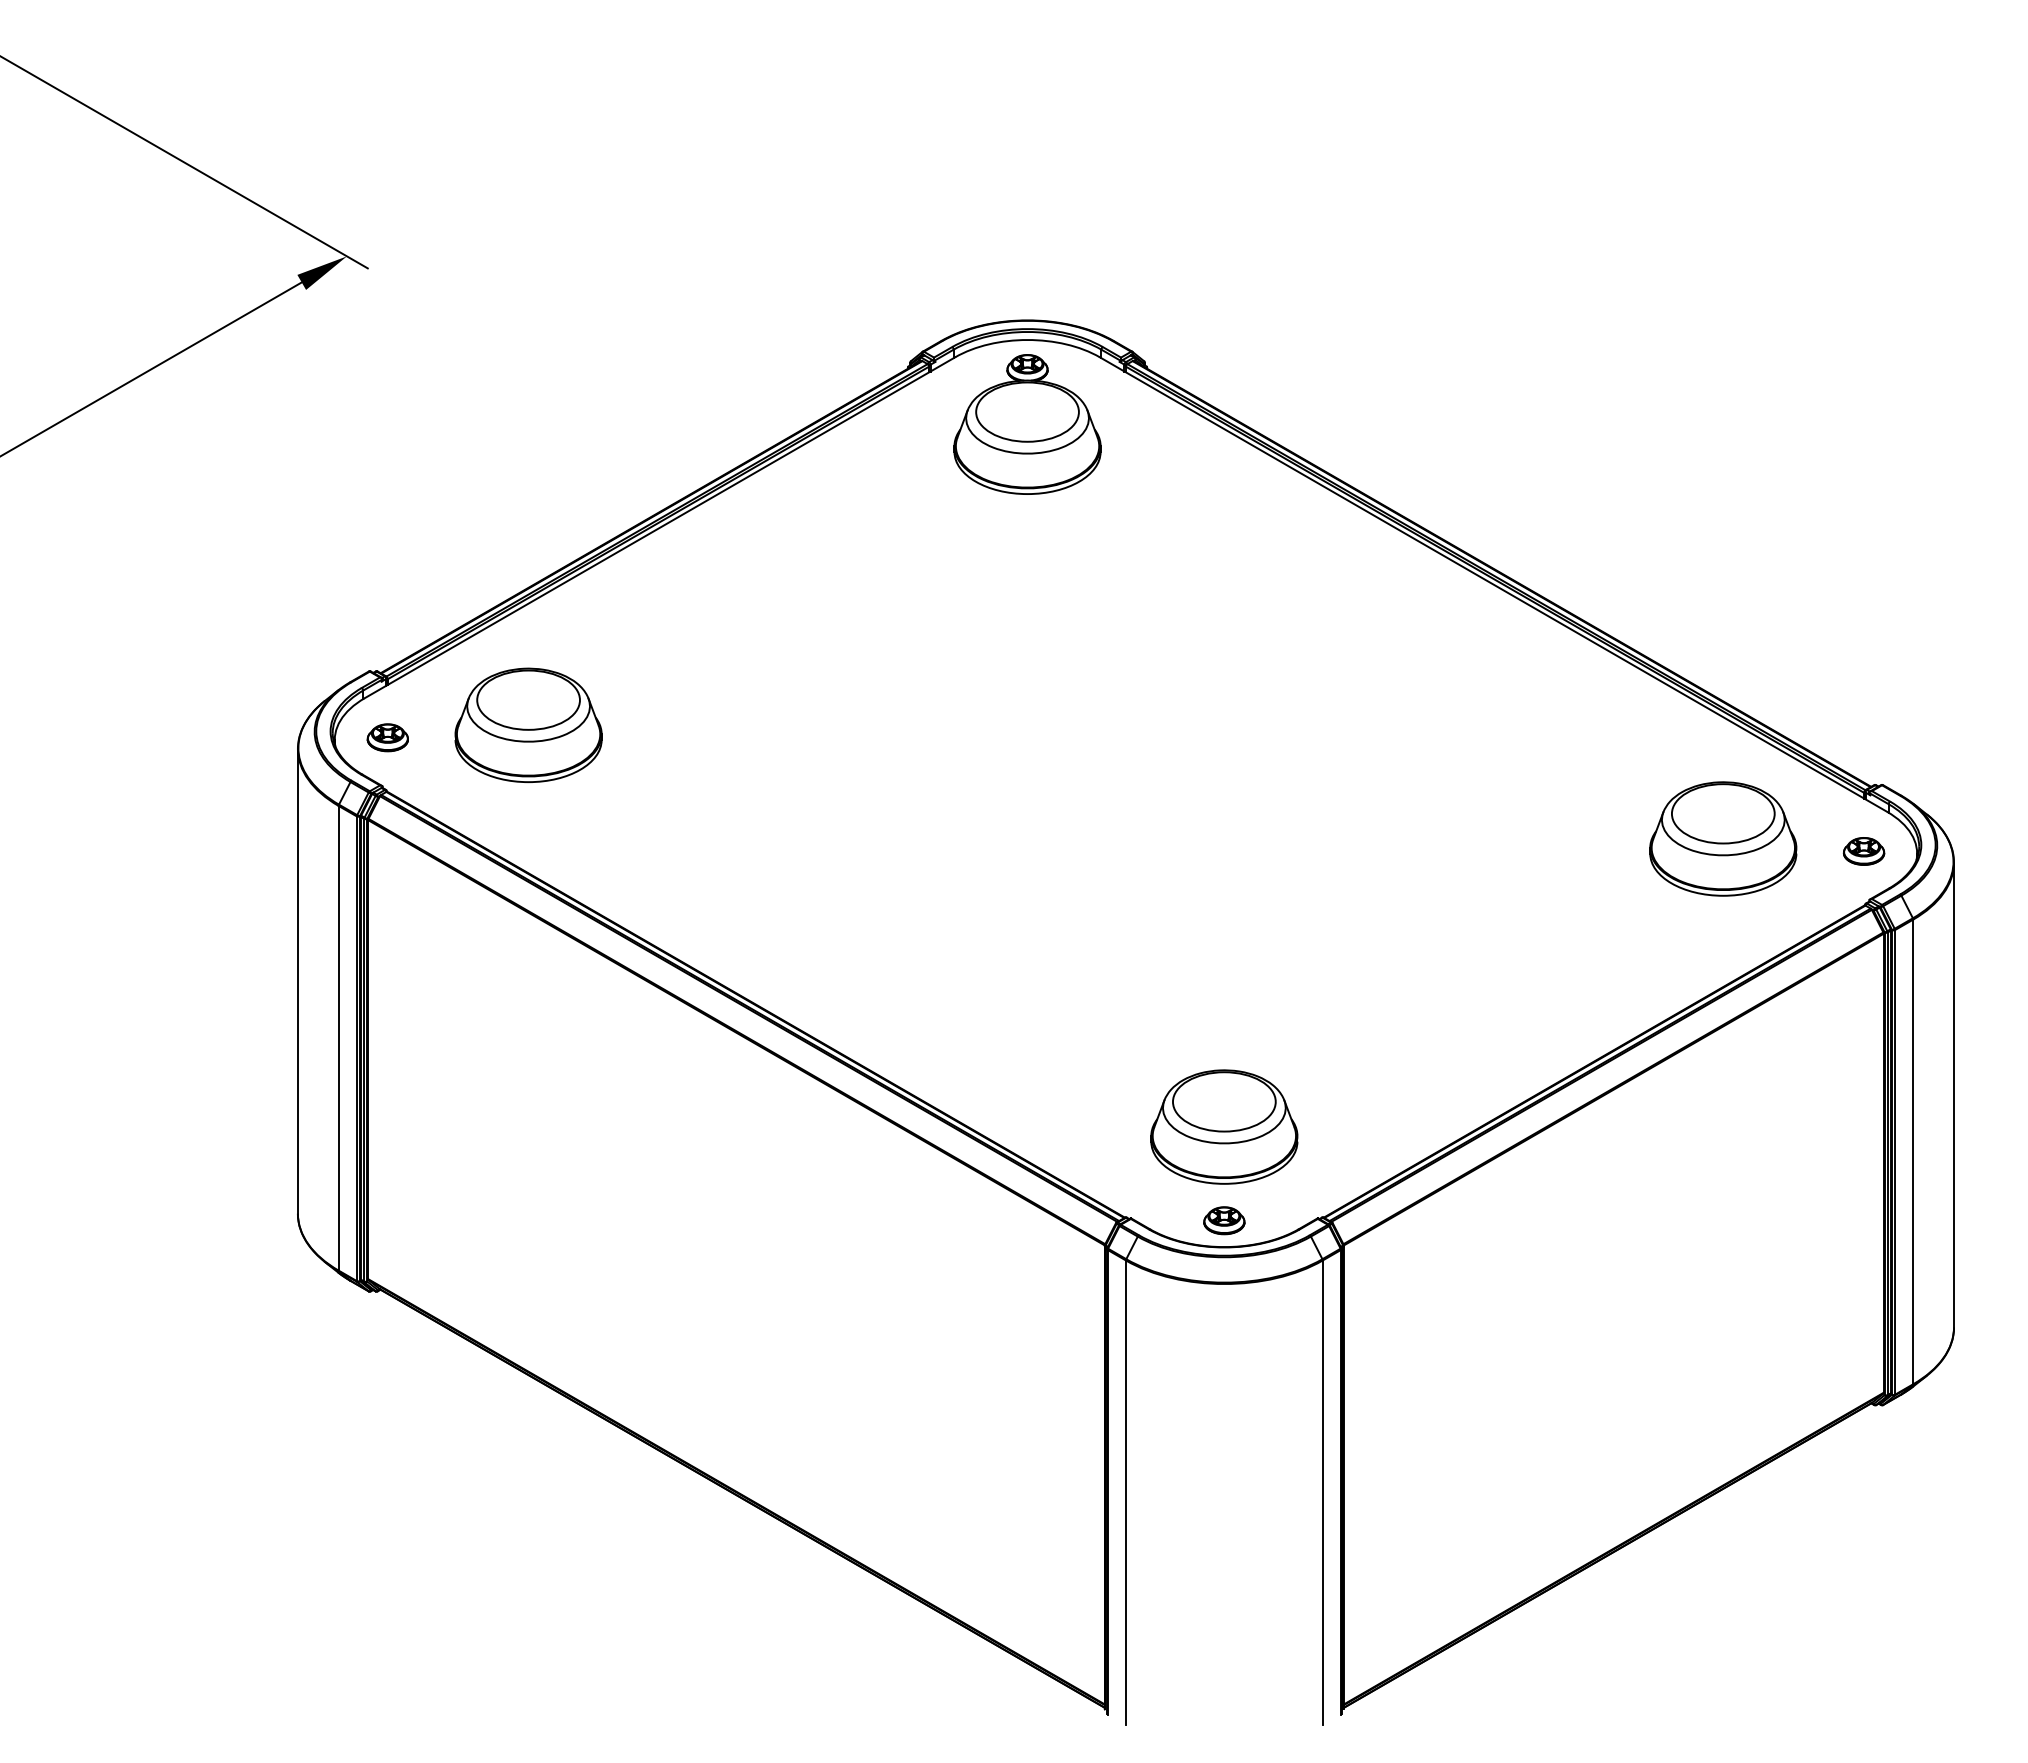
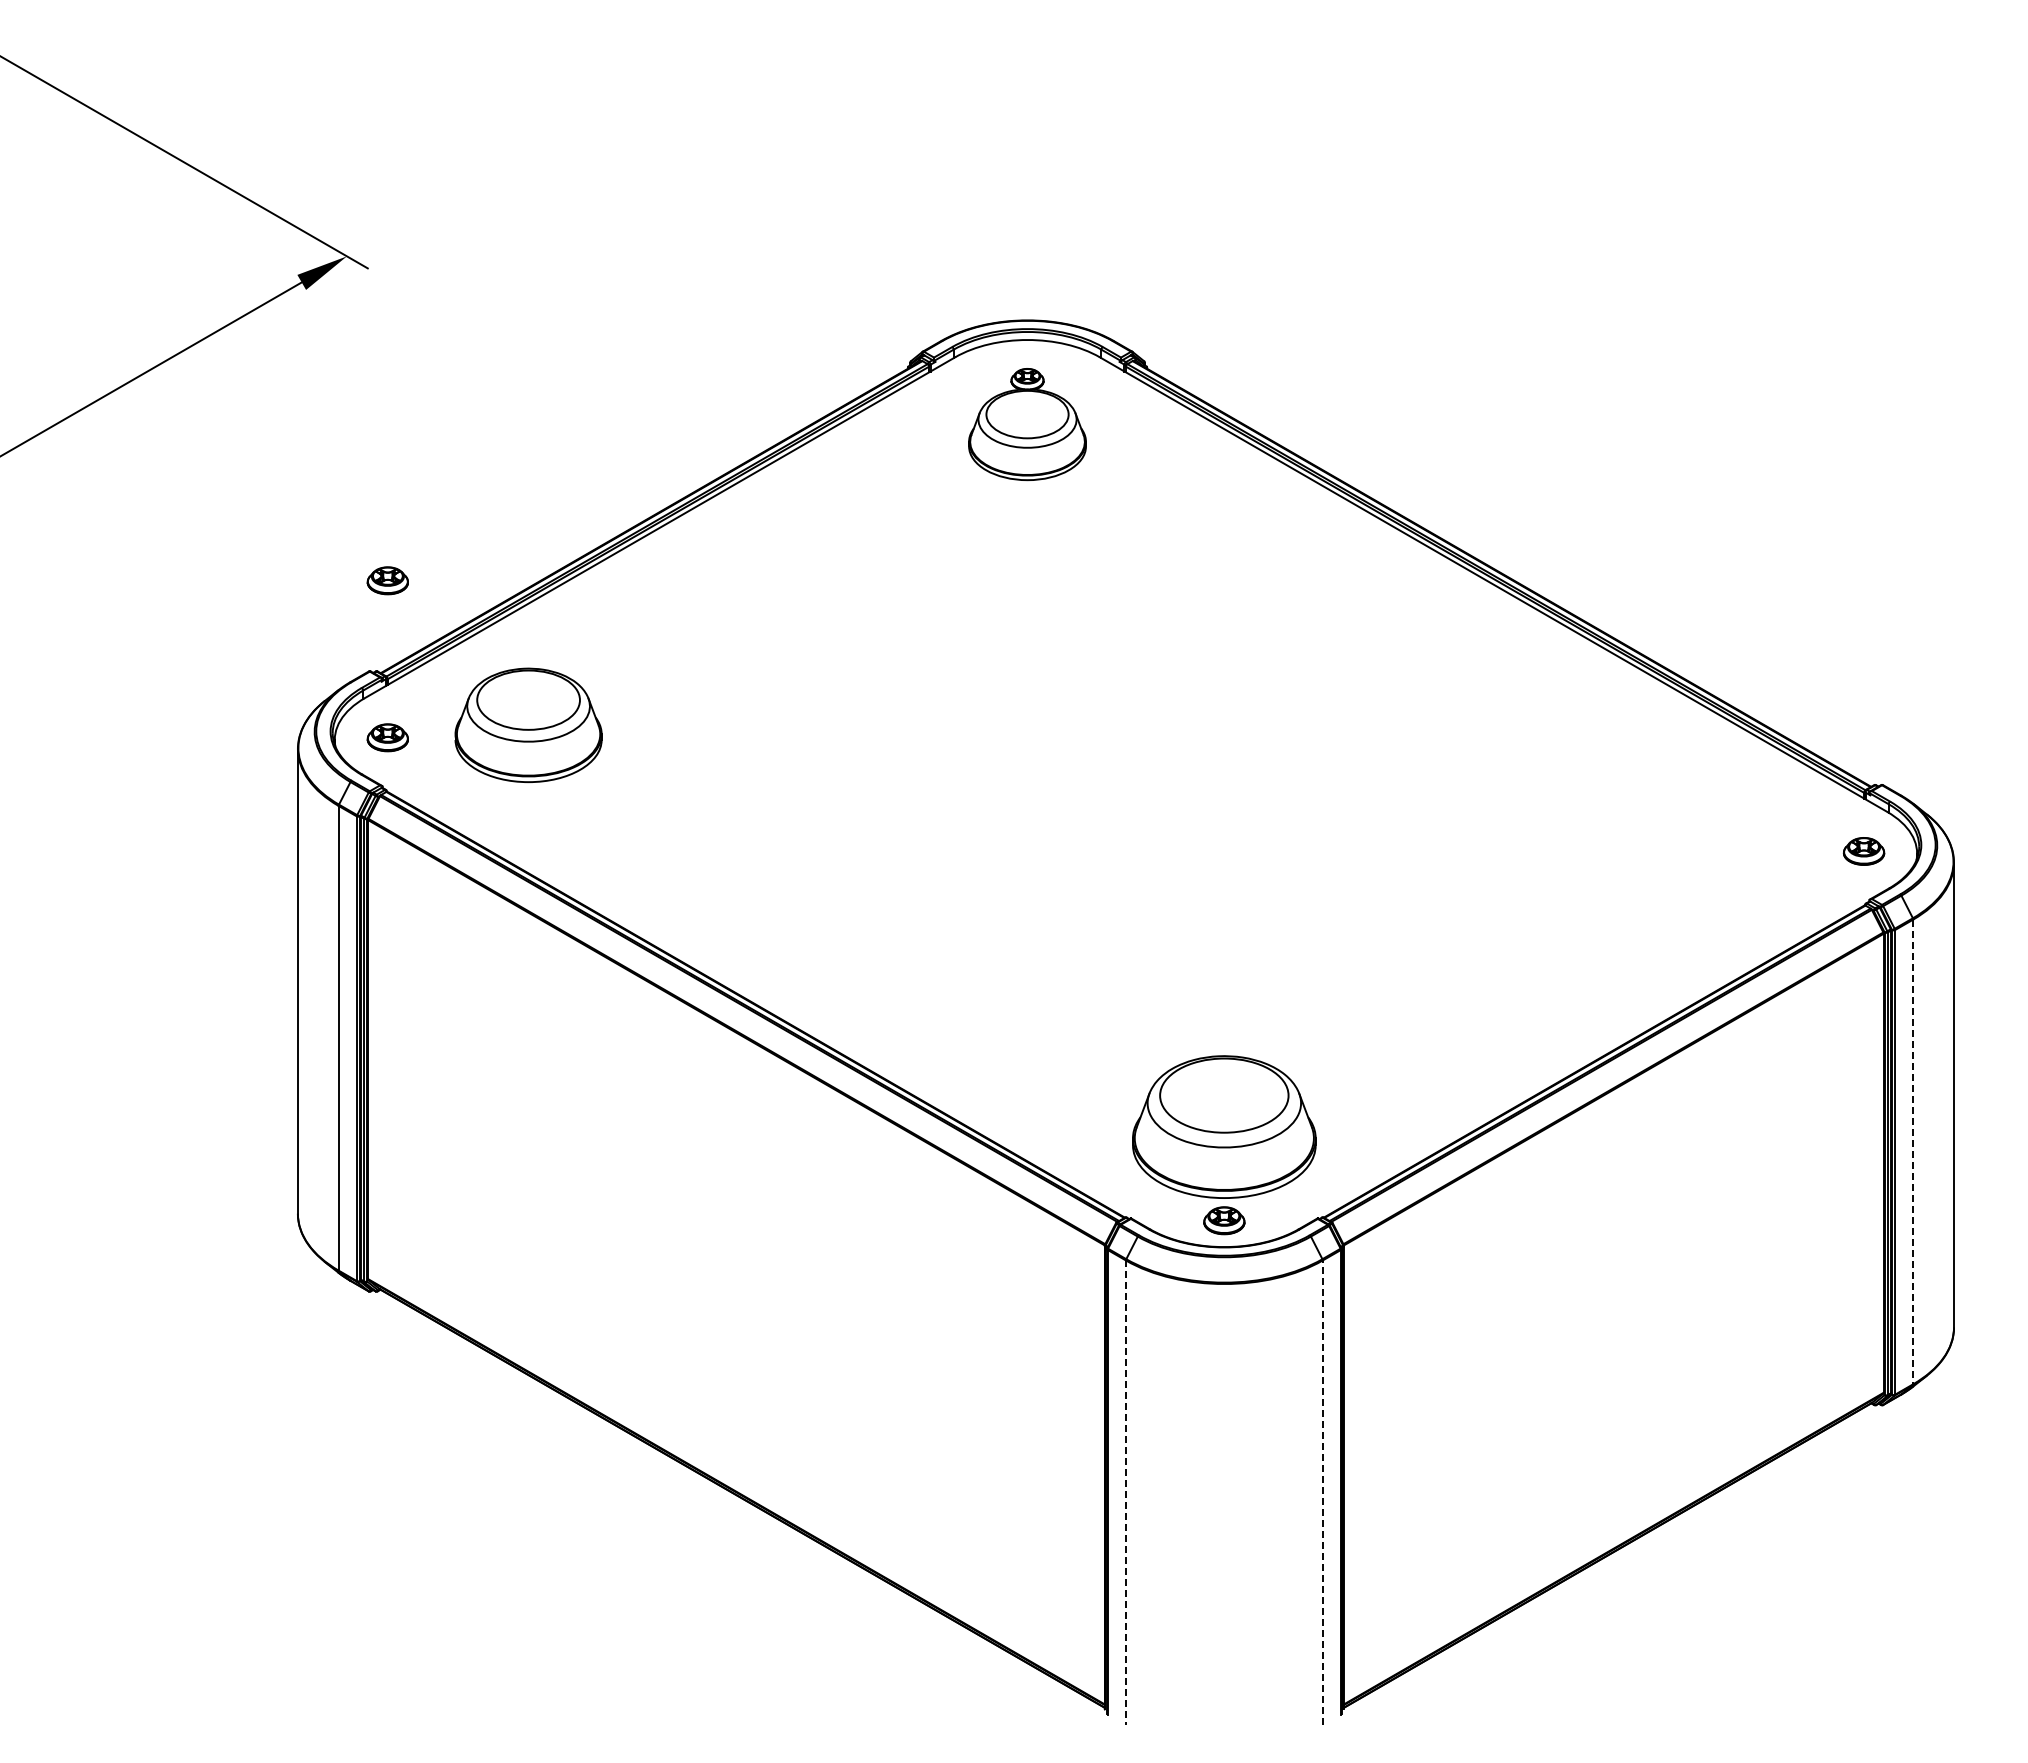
part at (1027, 424) size: 149x141 px -> 119x114 px
part at (387, 580): none -> present
part at (1723, 838): present -> none
part at (1224, 1126) size: 149x116 px -> 185x144 px
line at (1913, 1152): solid -> dashed
line at (1322, 1492): solid -> dashed
line at (1125, 1493): solid -> dashed
